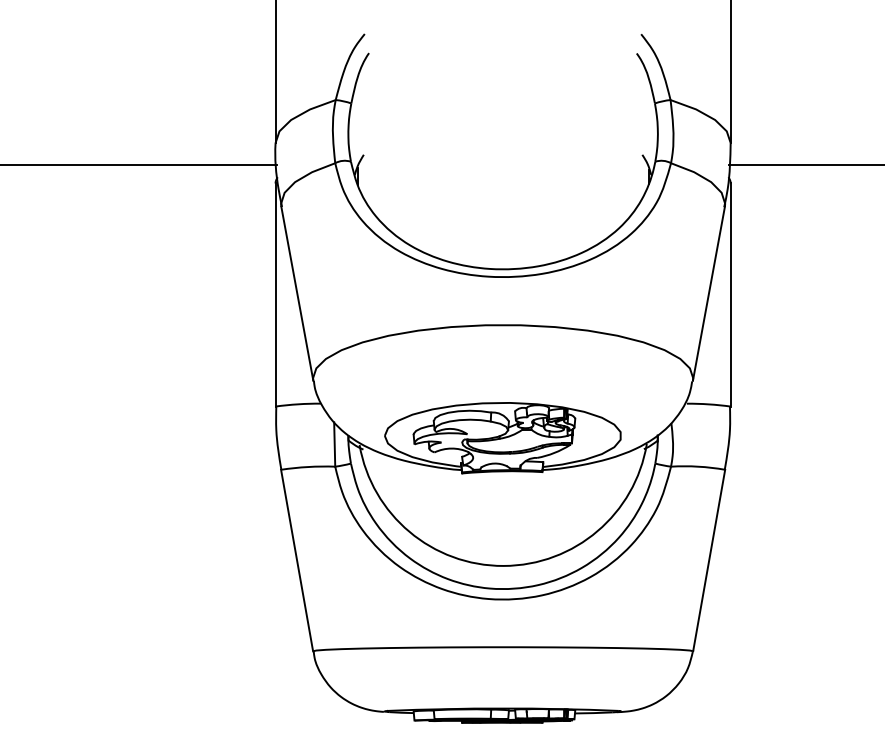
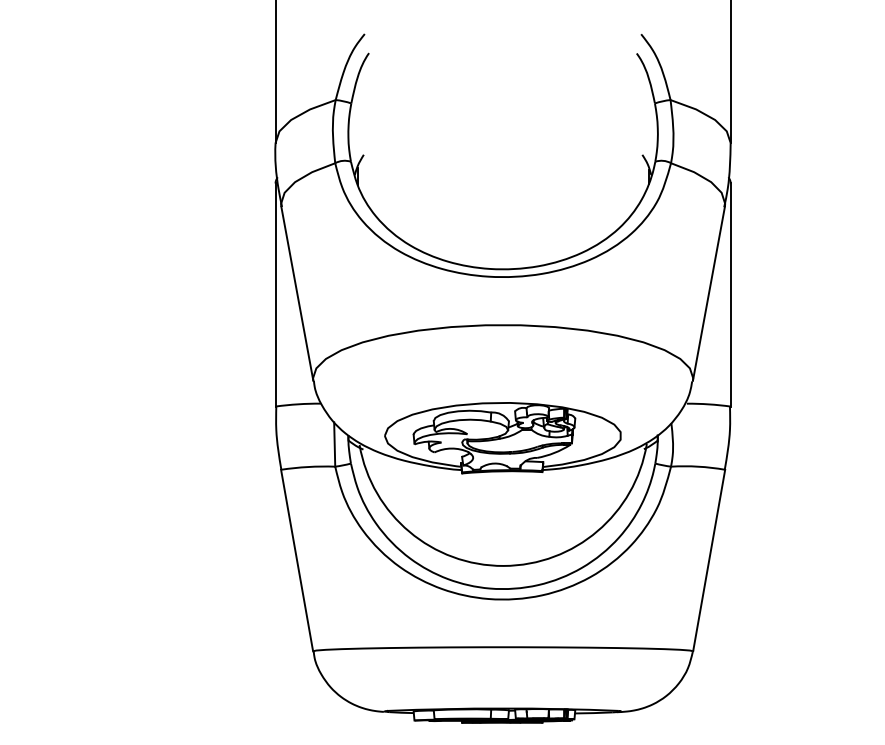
line at (139, 165): present -> none
line at (805, 165): present -> none
